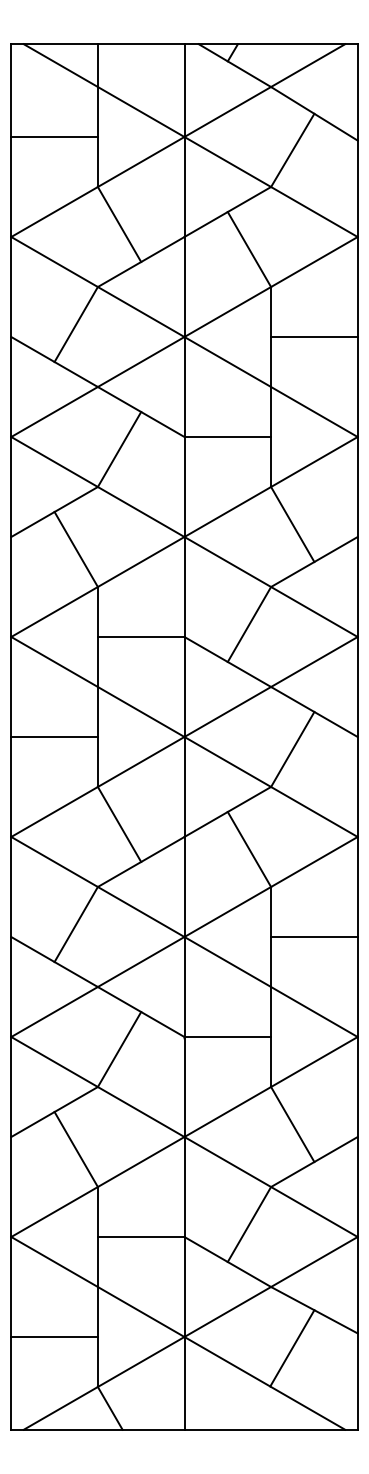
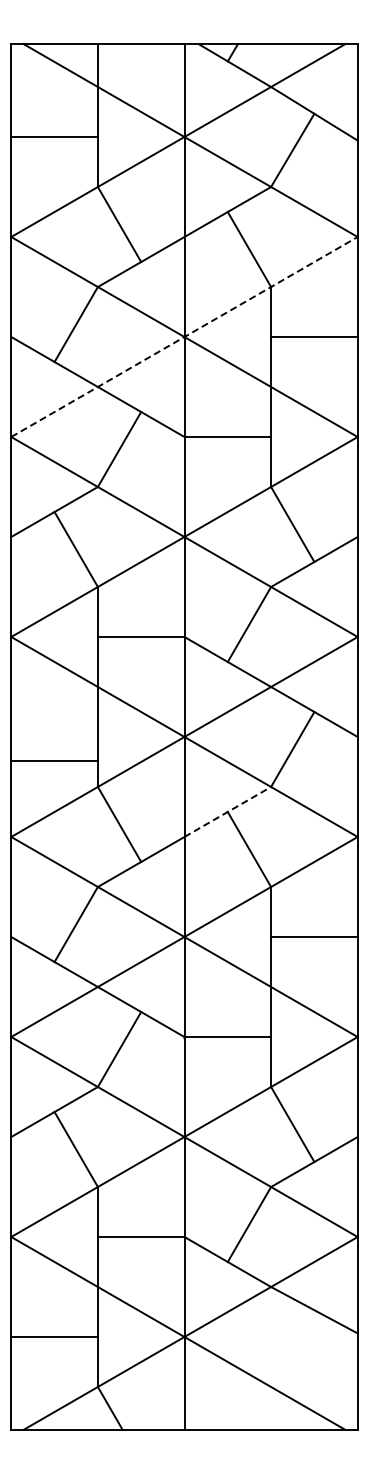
line at (184, 337): solid -> dashed
line at (54, 736) position: (54, 736) -> (54, 760)
line at (227, 811): solid -> dashed
line at (292, 1348): present -> none
